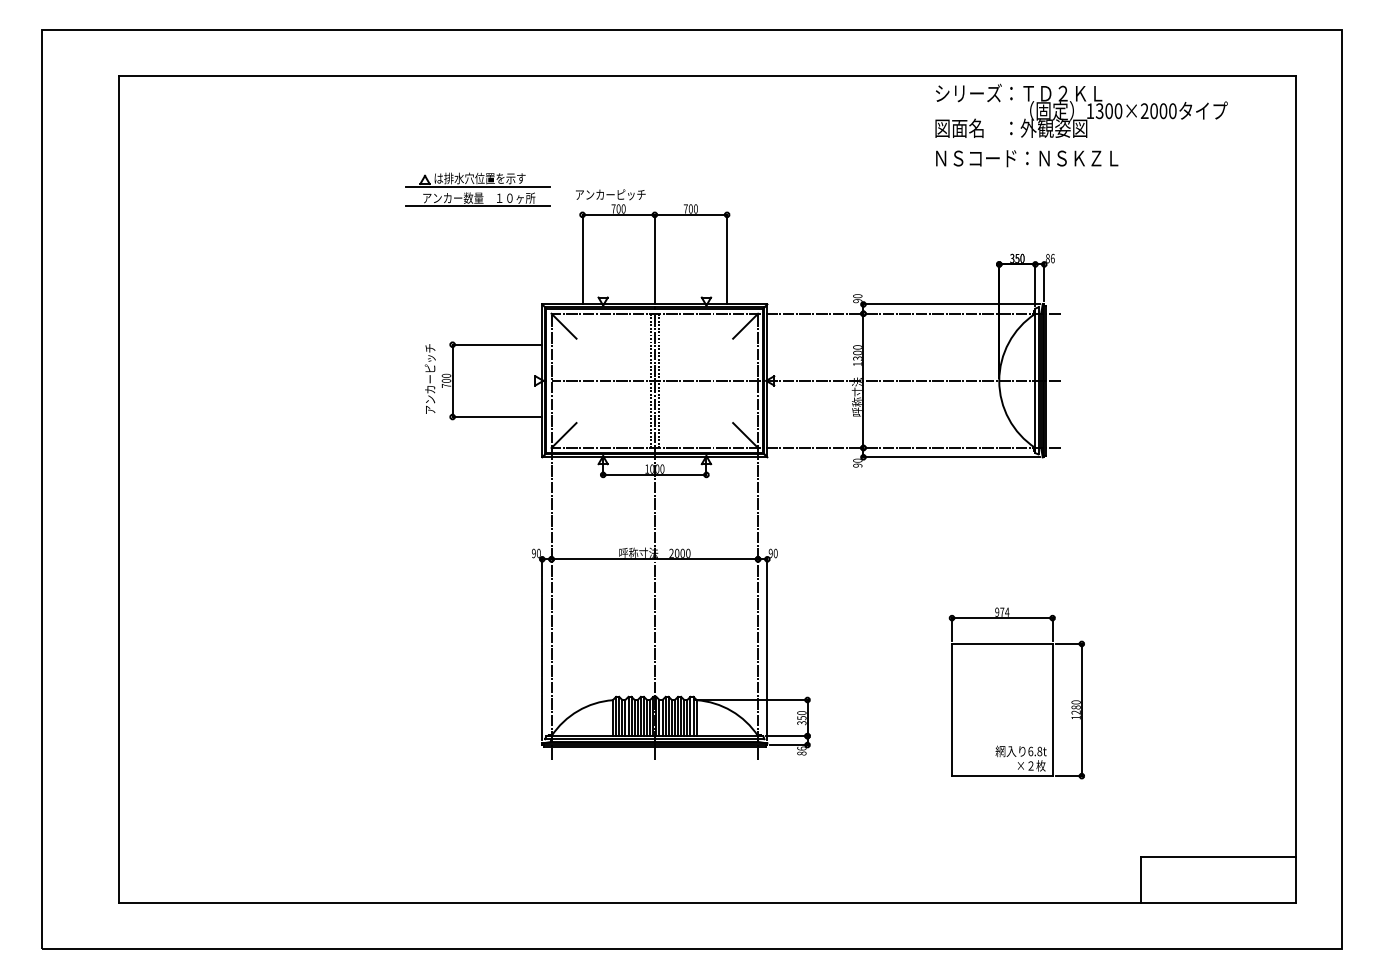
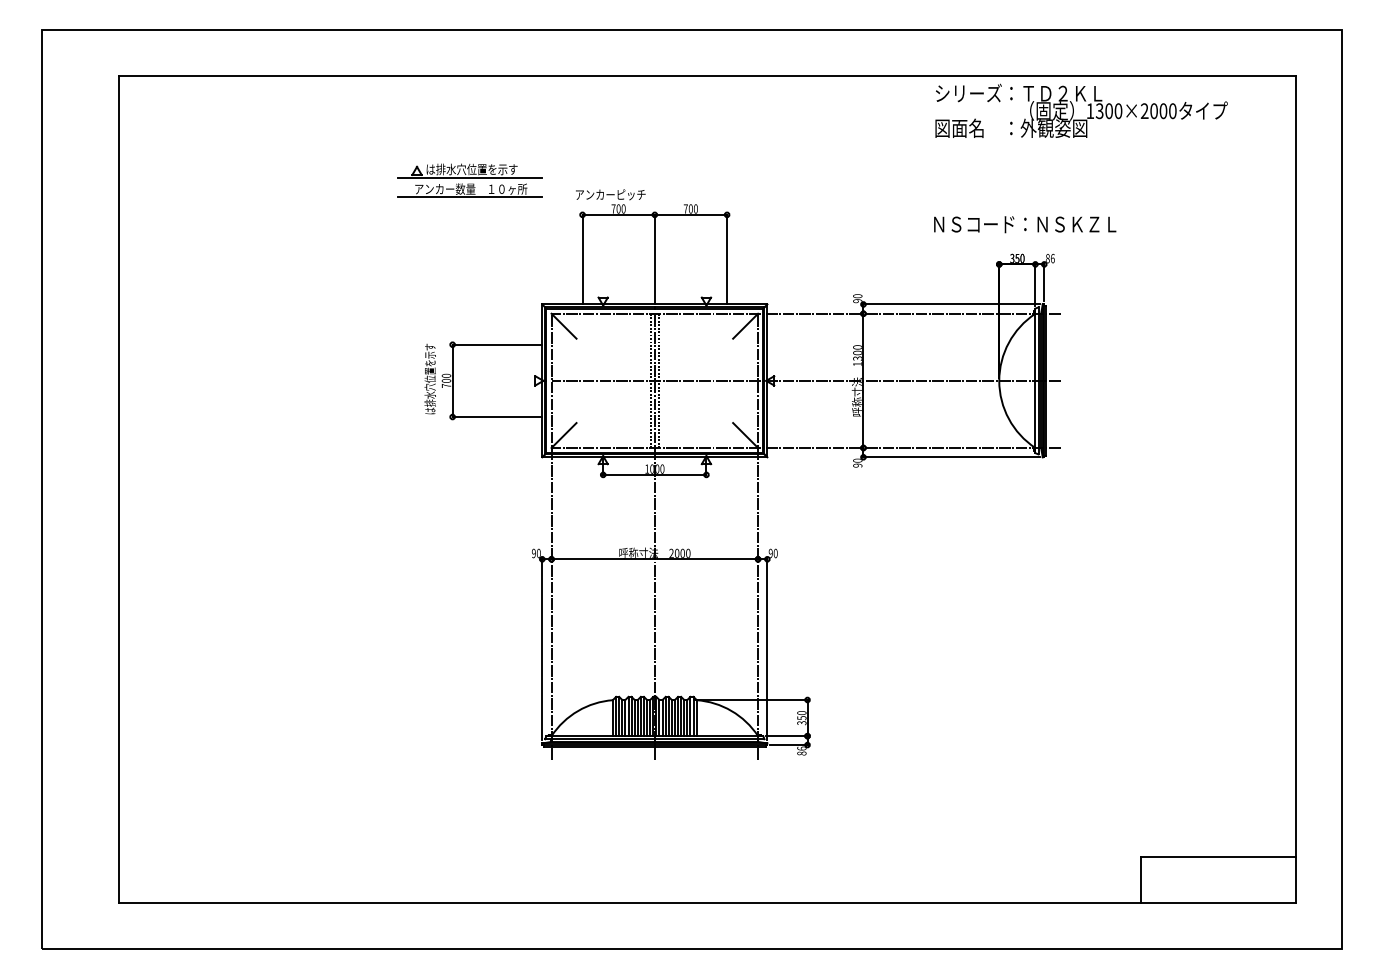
text at (1027, 158) position: (1027, 158) -> (1025, 224)
part at (477, 189) position: (477, 189) -> (469, 180)
text at (429, 378): アンカーピッチ -> は排水穴位置を示す
part at (1016, 693): present -> none
